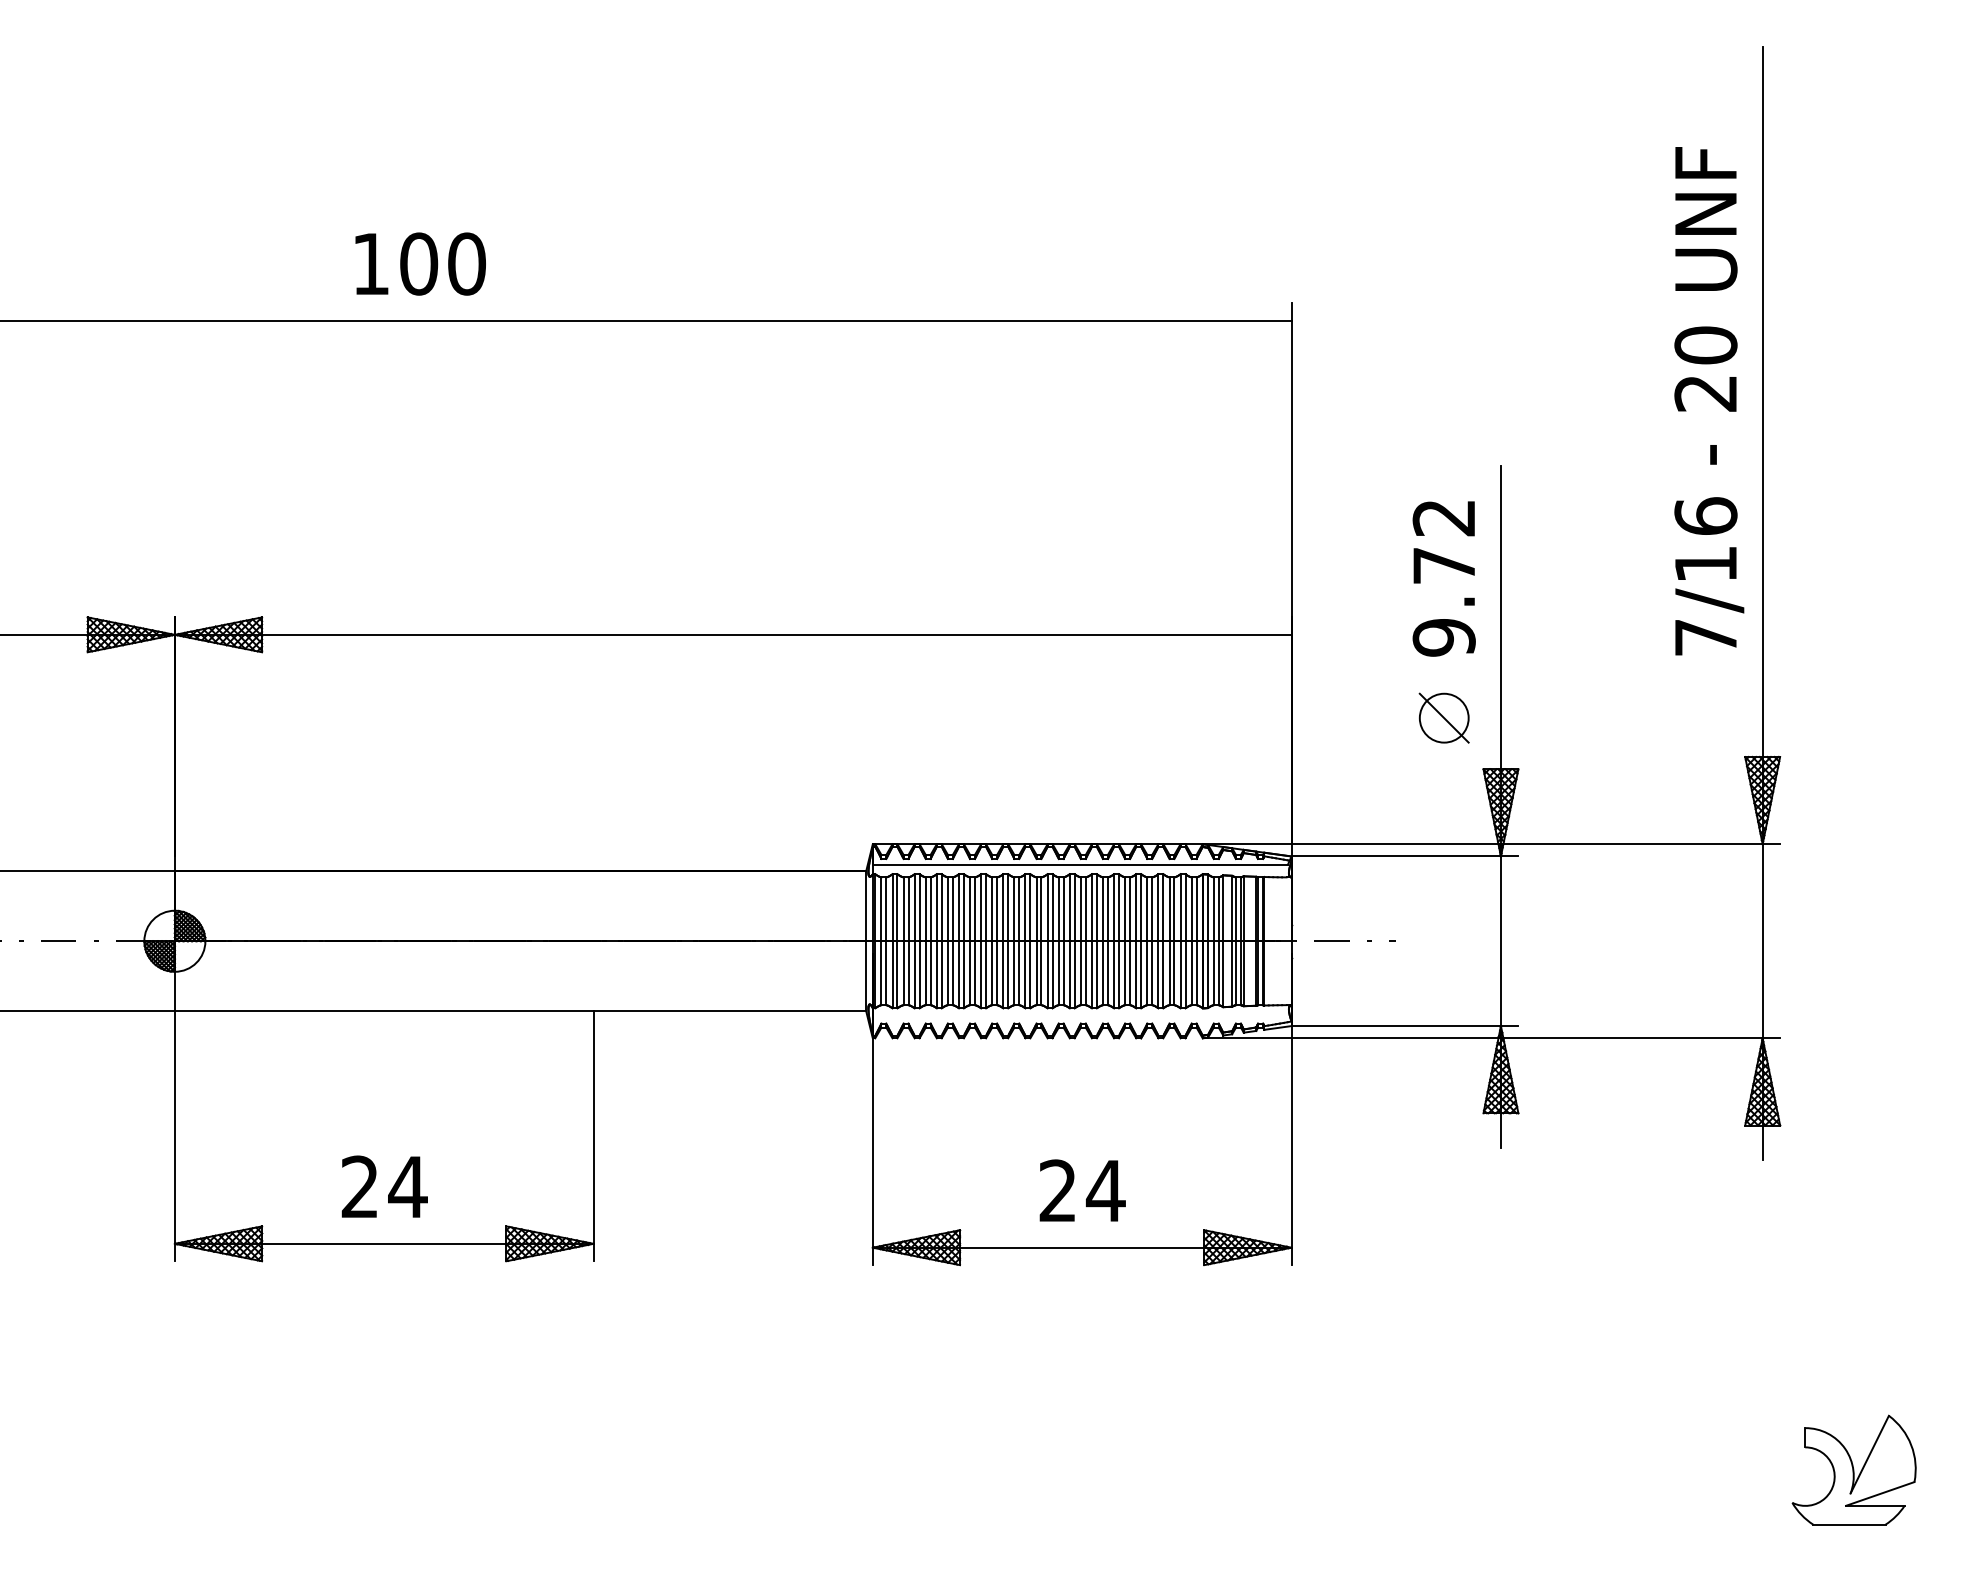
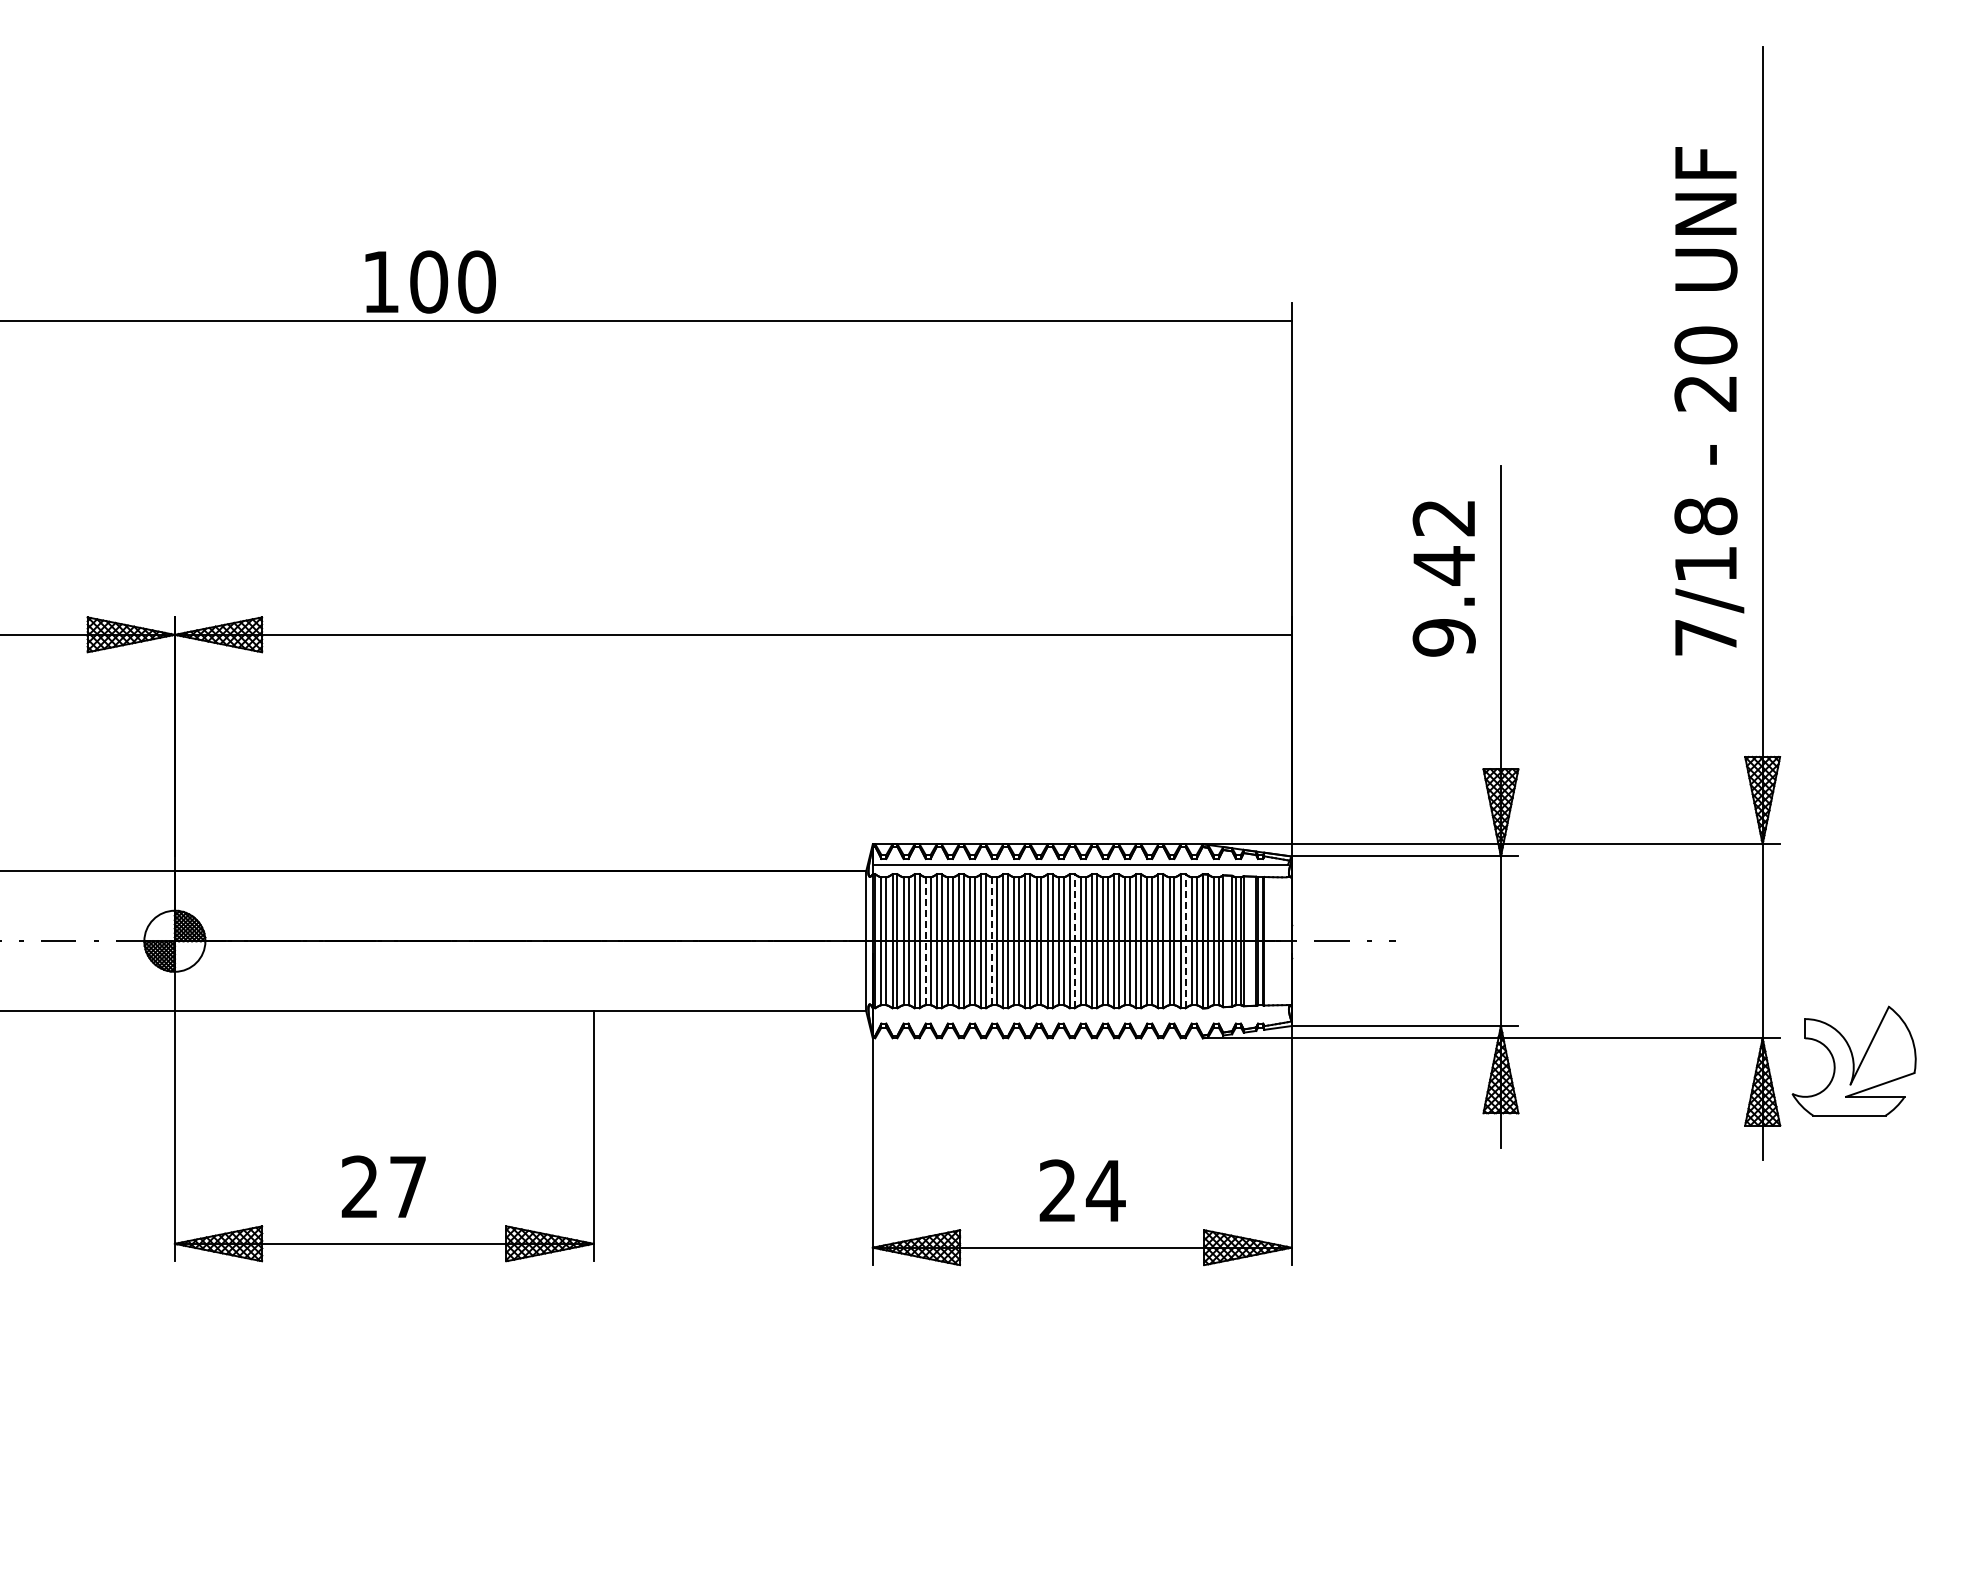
text at (420, 263) position: (420, 263) -> (430, 281)
text at (1705, 516): 7/16 -> 7/18
text at (1443, 565): 9.72 -> 9.42
part at (1443, 717): present -> none
line at (1074, 940): solid -> dashed
line at (1185, 940): solid -> dashed
line at (925, 941): solid -> dashed
line at (992, 941): solid -> dashed
text at (407, 1186): 24 -> 27
part at (1853, 1469) position: (1853, 1469) -> (1853, 1060)
